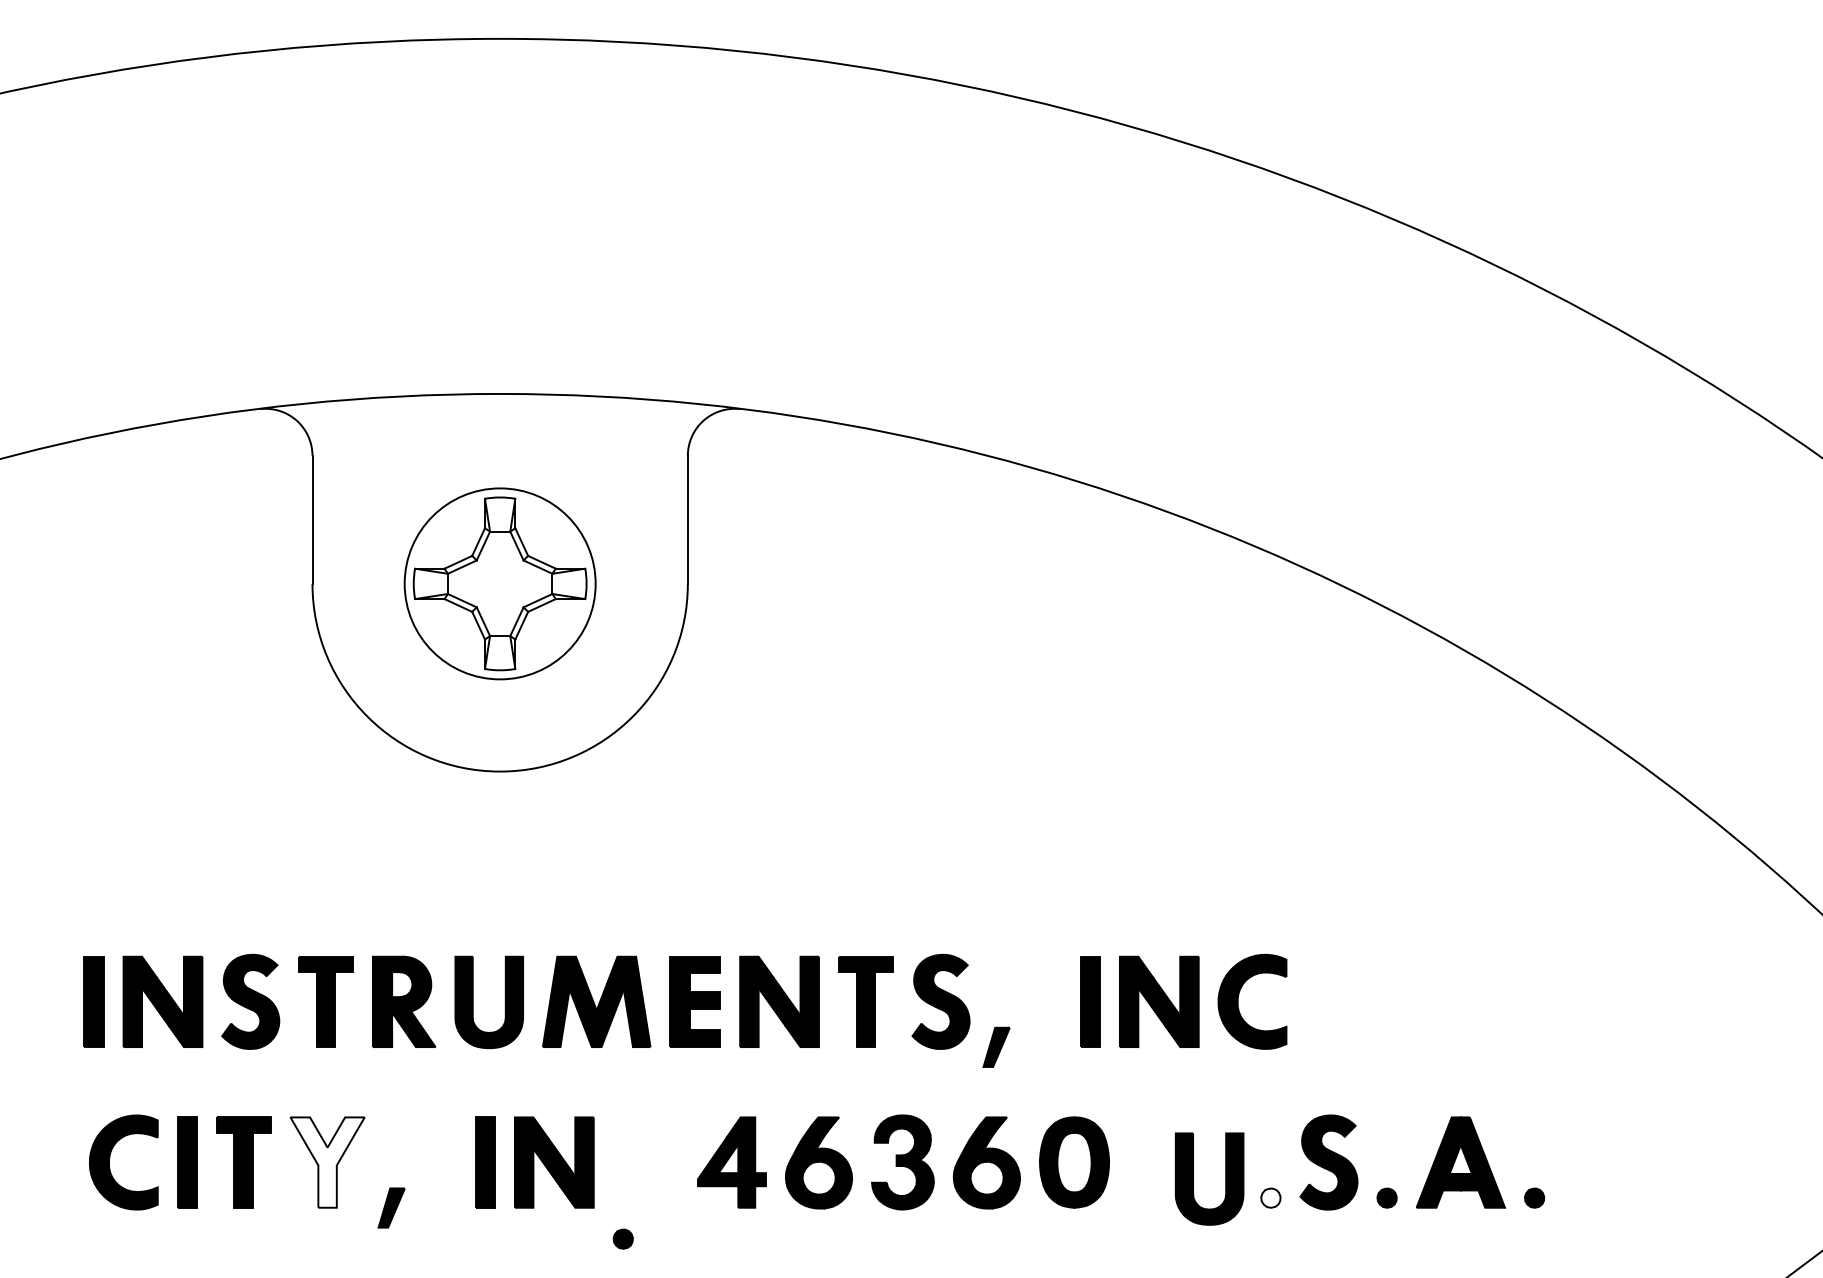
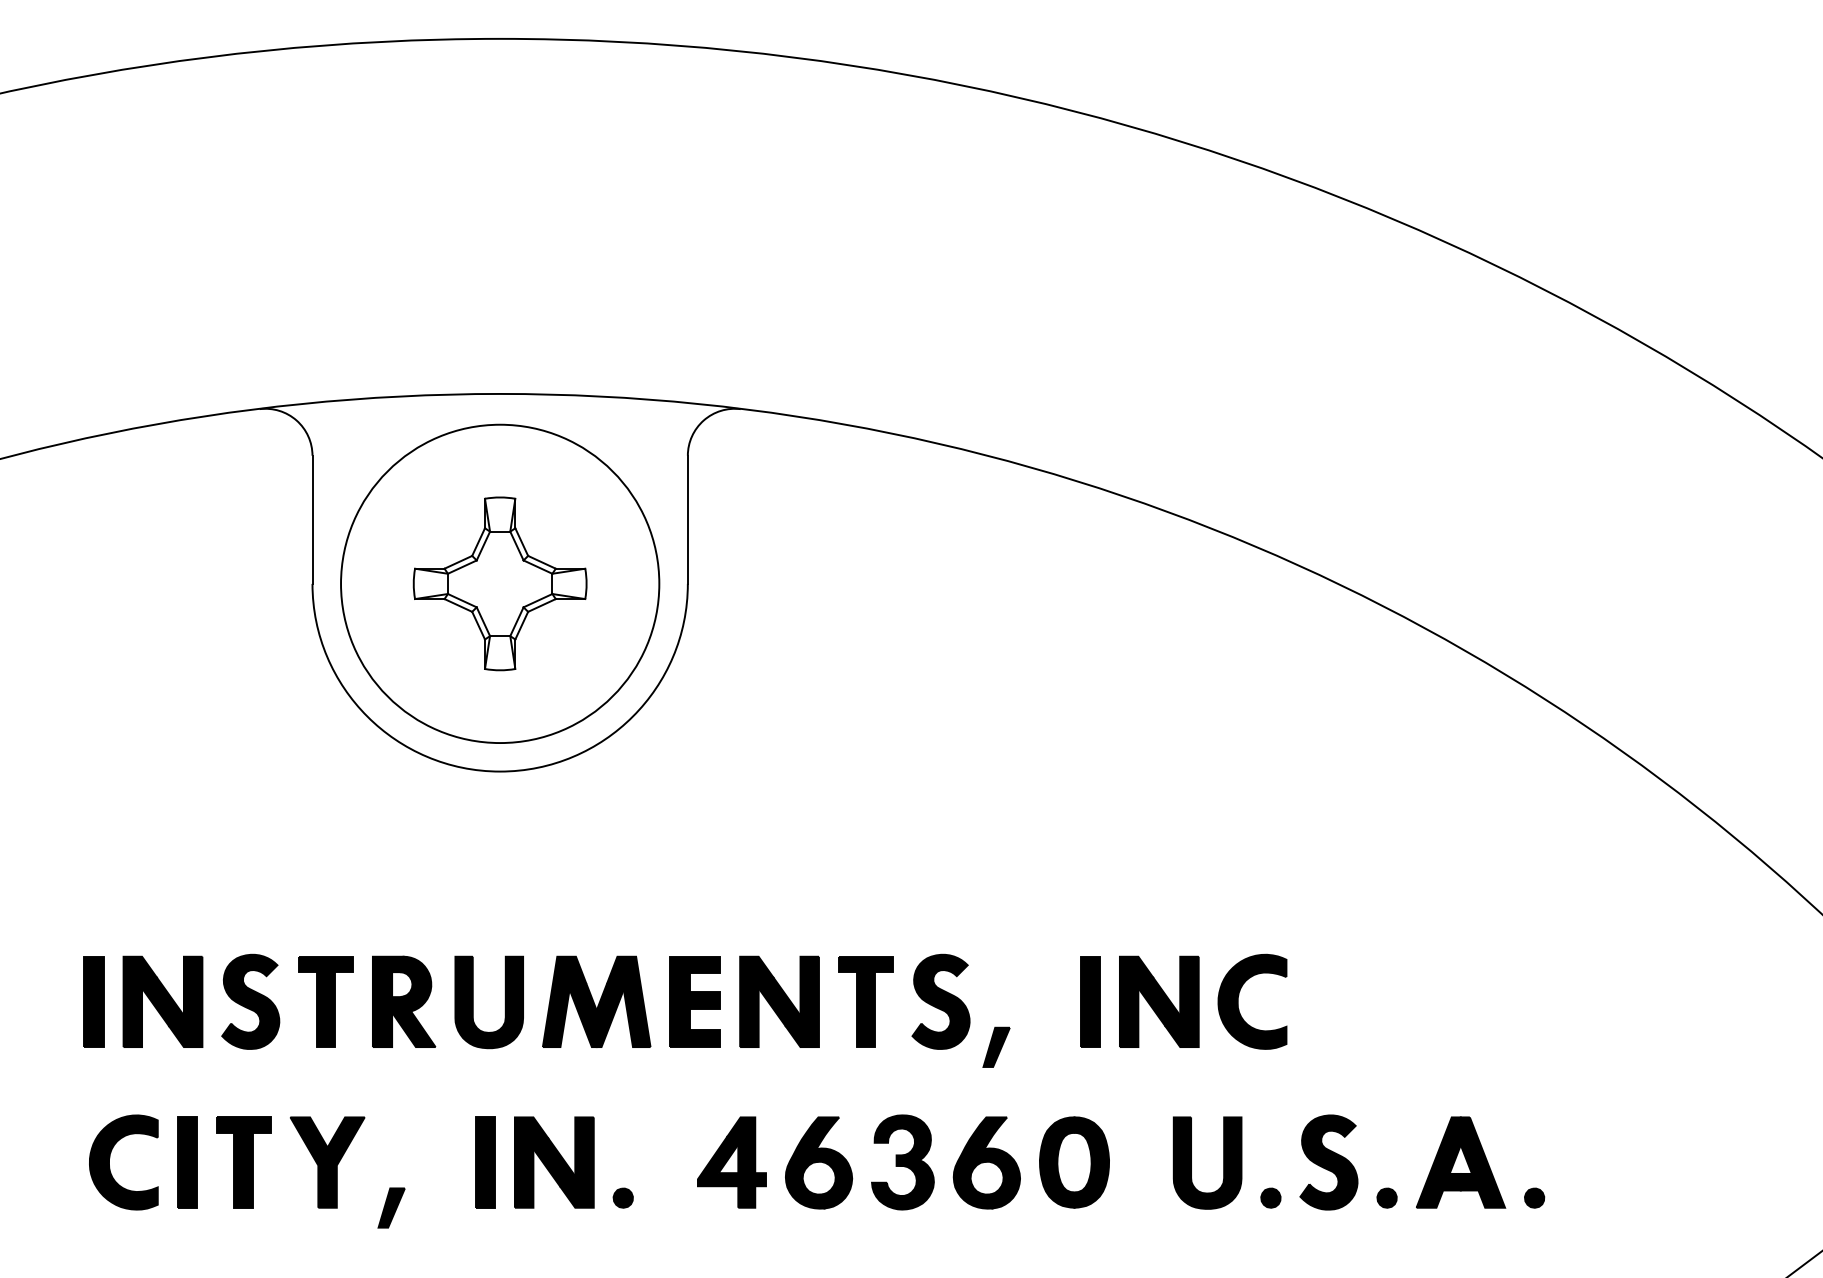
circle at (499, 583) diameter: 191 px -> 318 px
fill at (327, 1162): none -> present
part at (1193, 1178) position: (1193, 1178) -> (1191, 1162)
fill at (1270, 1197): none -> present
part at (622, 1238) position: (622, 1238) -> (622, 1197)
